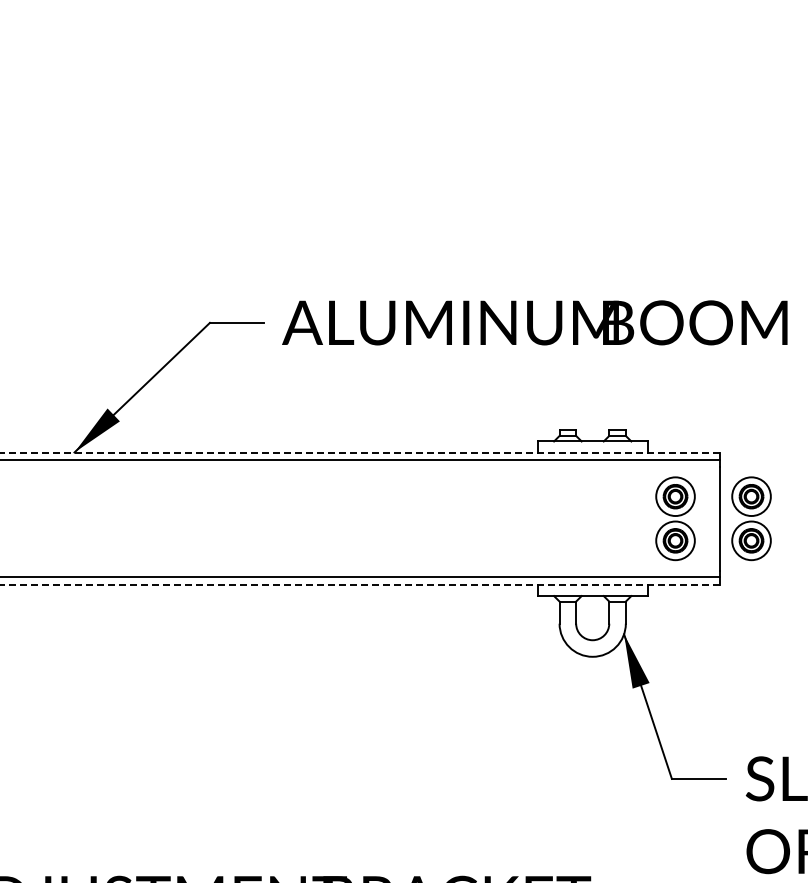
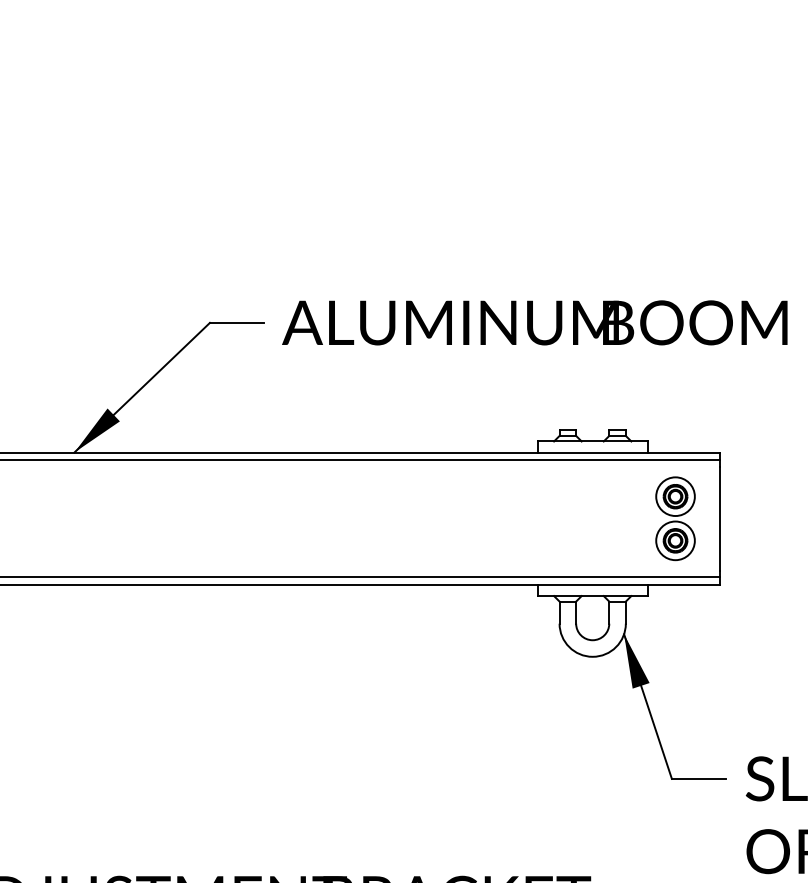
line at (359, 452): dashed -> solid
part at (751, 518): present -> none
line at (359, 585): dashed -> solid
